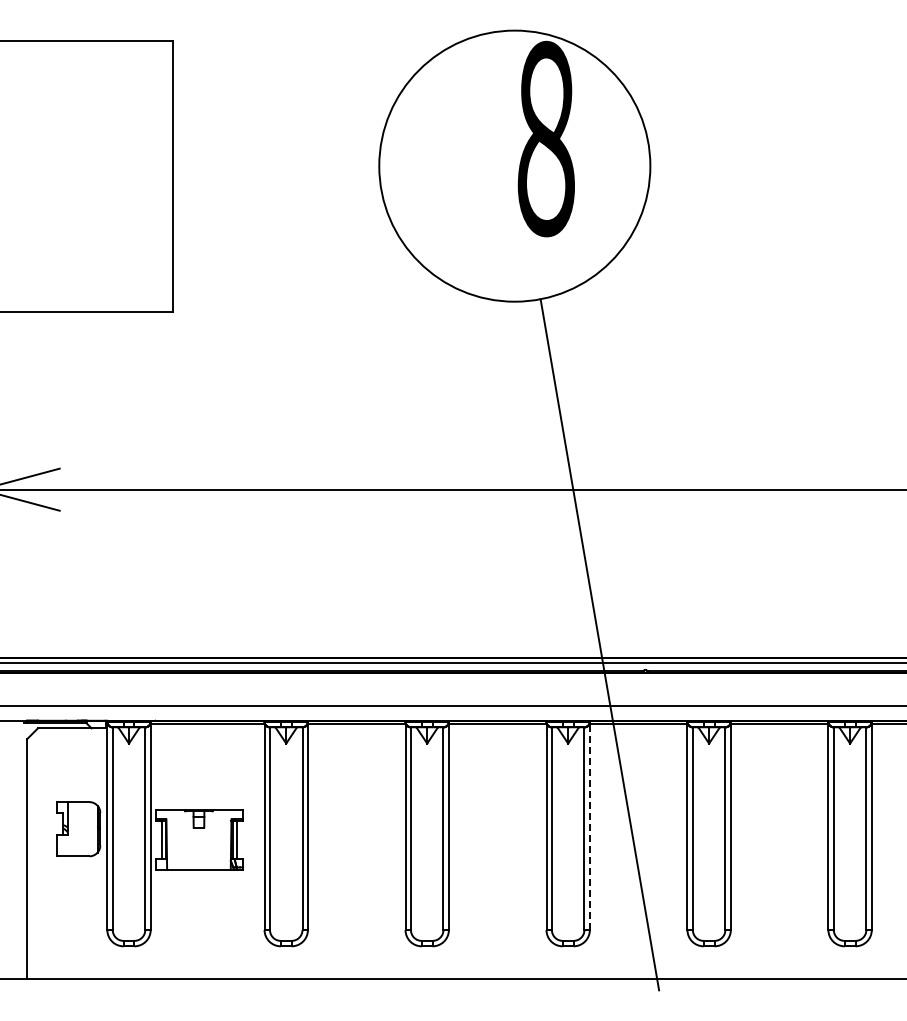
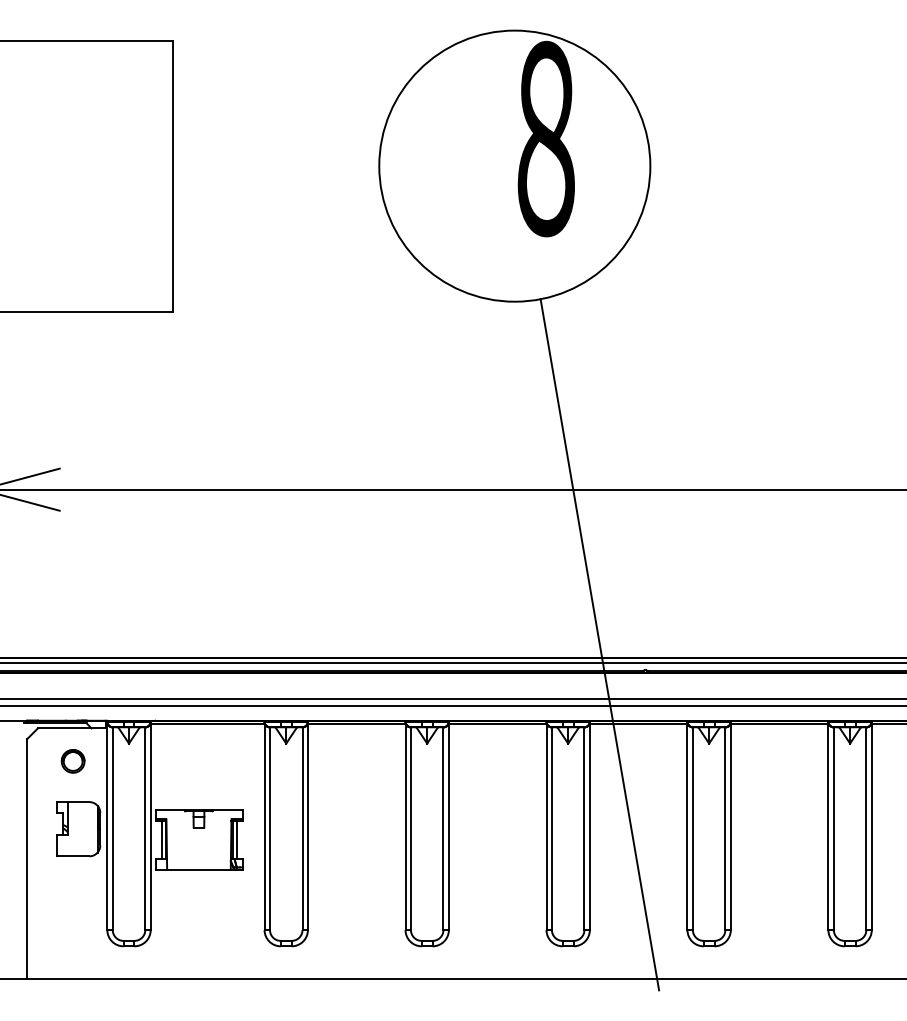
line at (452, 699): none -> present
part at (72, 761): none -> present
line at (589, 825): dashed -> solid
